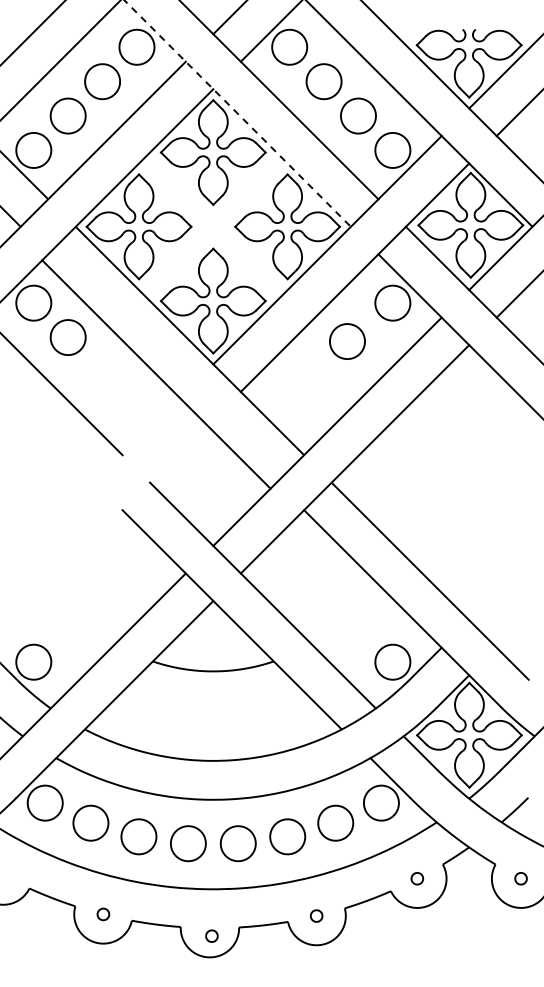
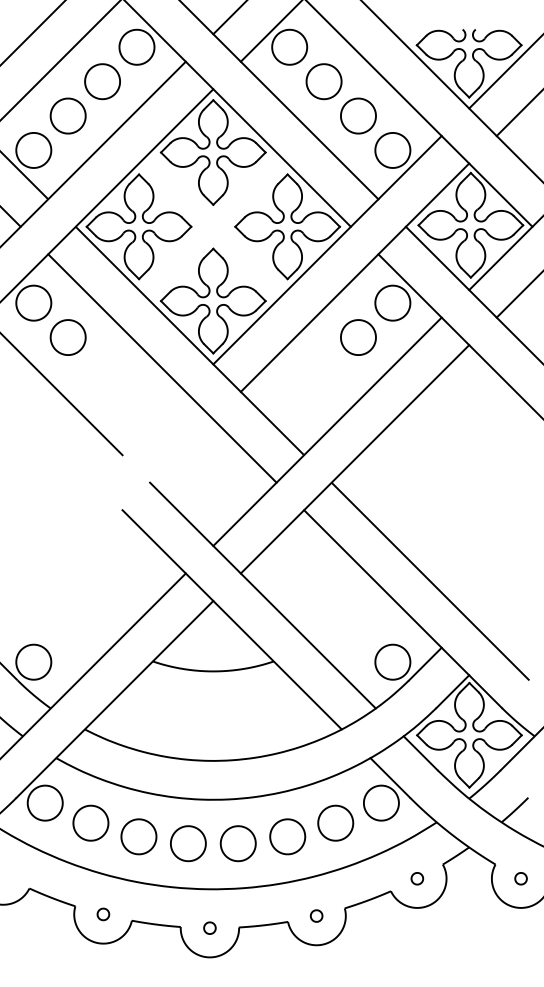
line at (237, 113): dashed -> solid
part at (347, 341) position: (347, 341) -> (358, 337)
line at (156, 374) position: (156, 374) -> (162, 368)
part at (211, 935) position: (211, 935) -> (209, 927)
